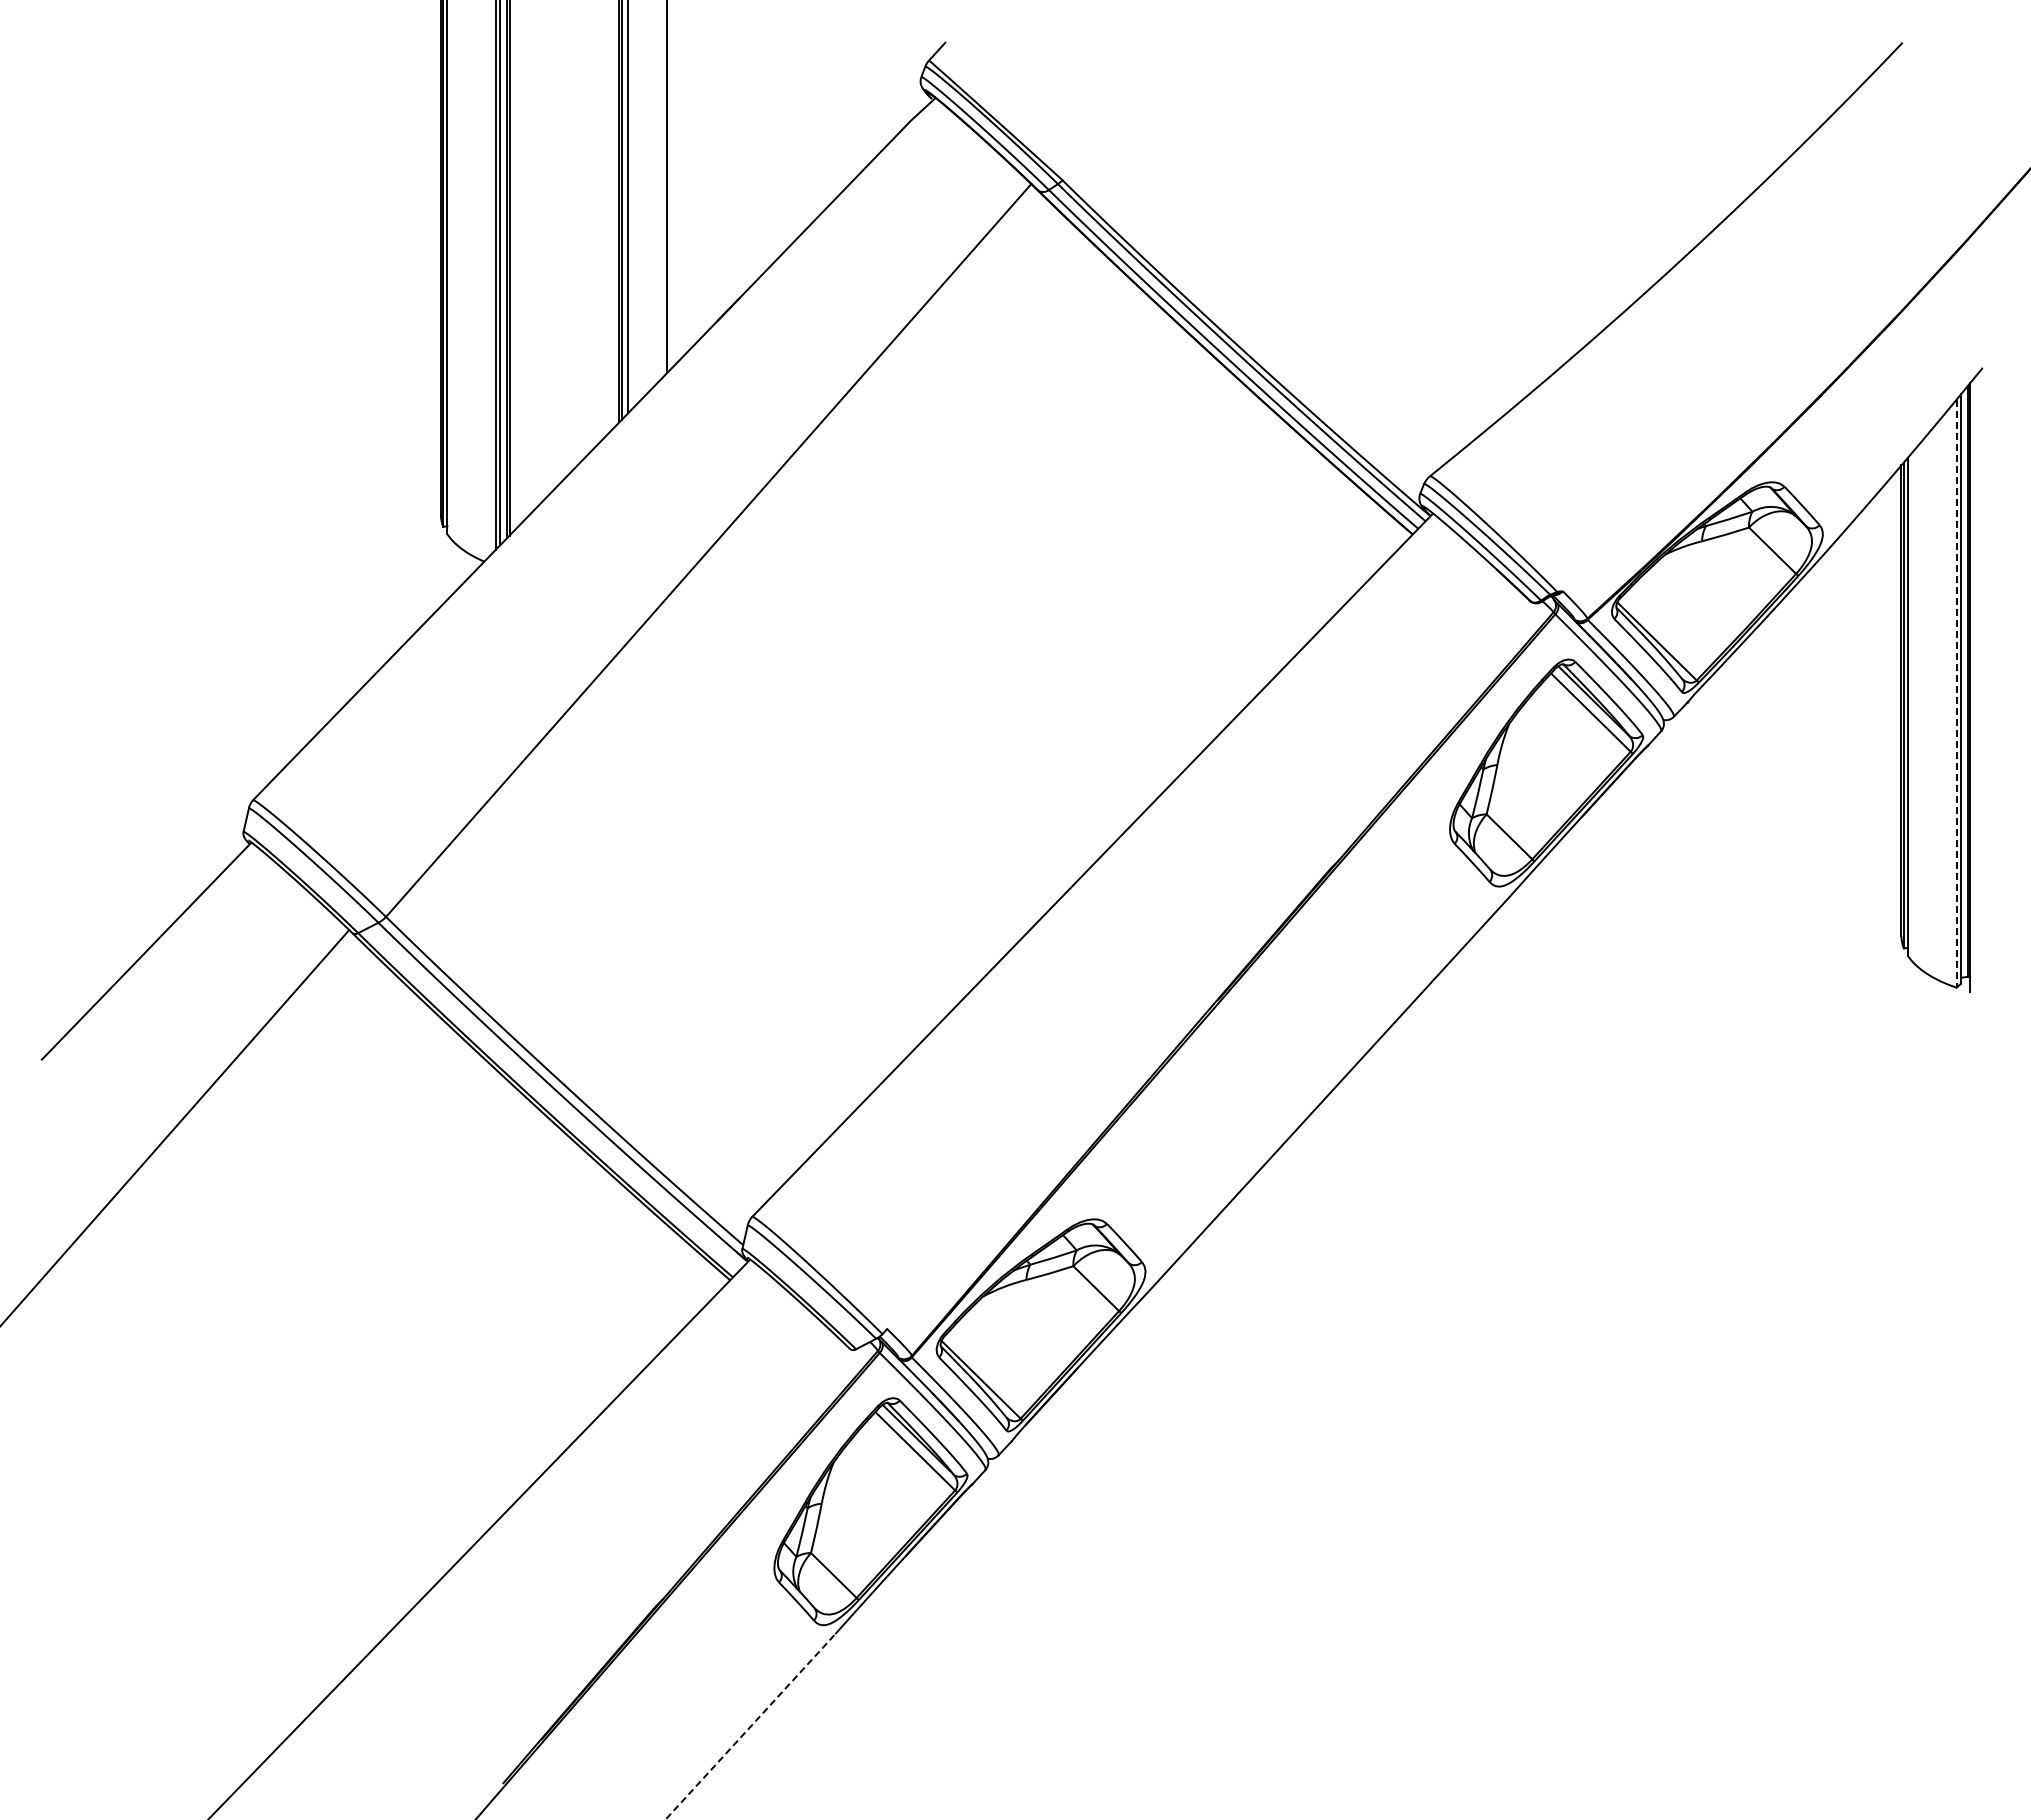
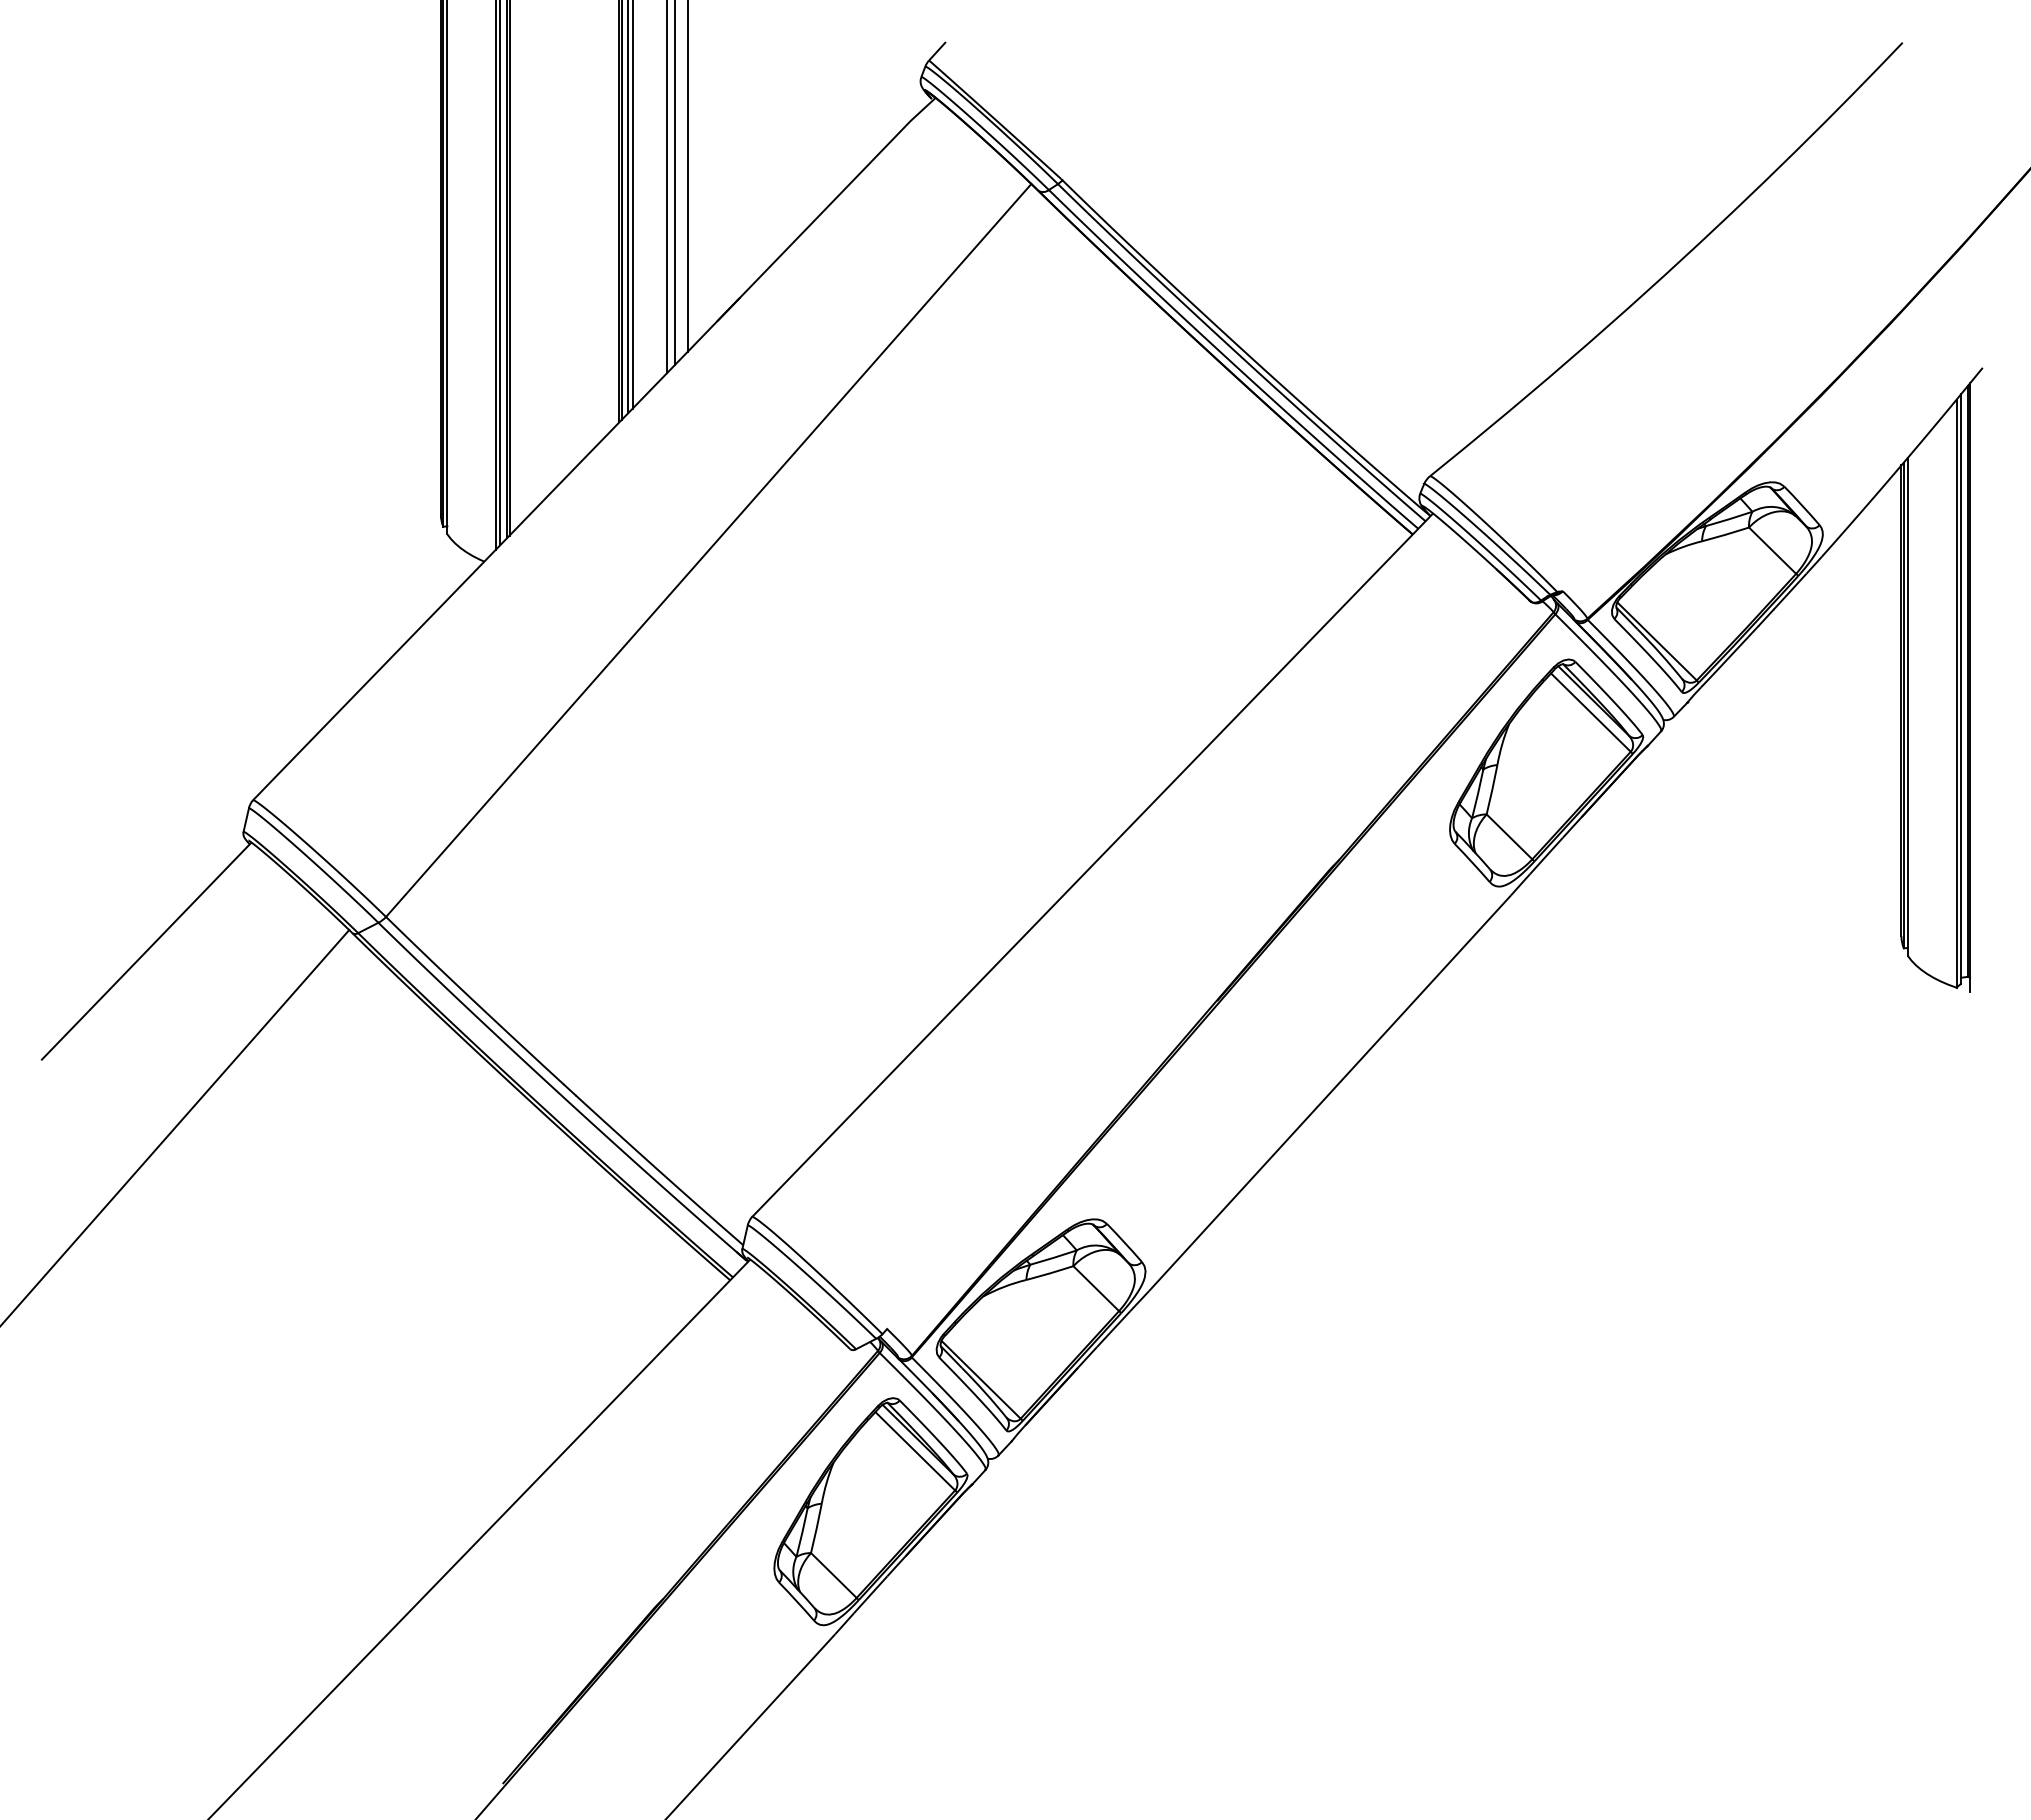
line at (687, 176): none -> present
line at (675, 183): none -> present
line at (632, 205): none -> present
line at (1956, 693): dashed -> solid
line at (750, 1726): dashed -> solid
